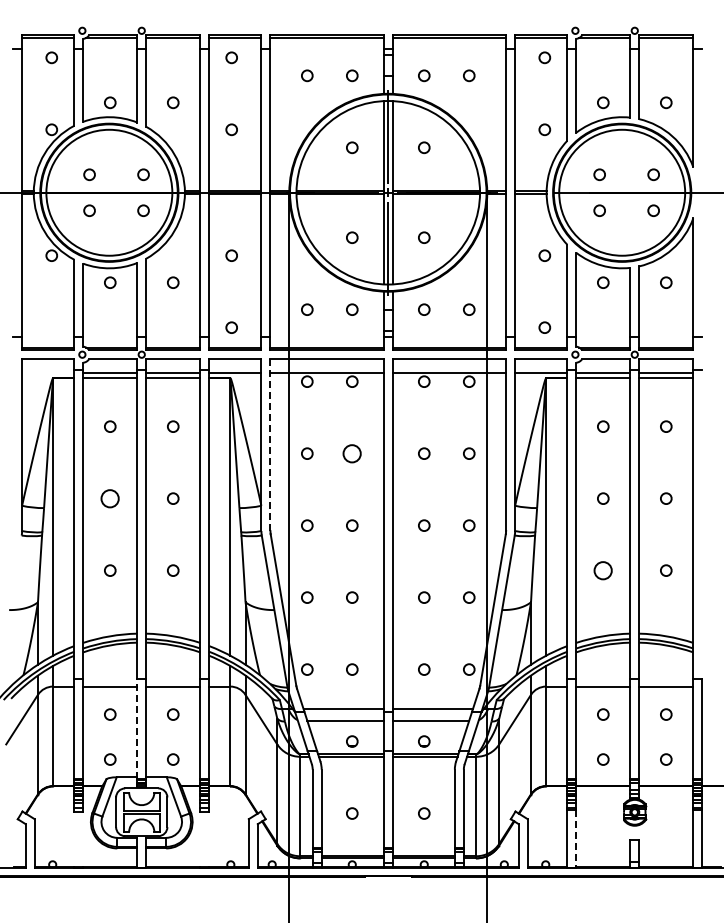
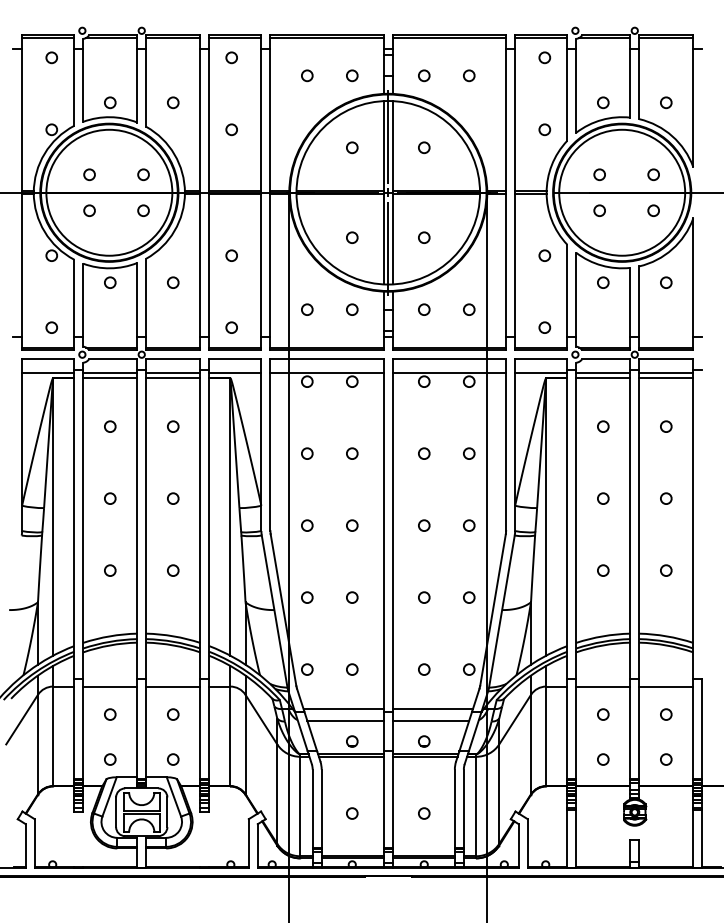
circle at (51, 327): none -> present
line at (48, 373): none -> present
line at (270, 445): dashed -> solid
circle at (351, 453) size: 20x20 px -> 13x13 px
circle at (109, 498) size: 20x20 px -> 13x13 px
circle at (602, 570) size: 20x20 px -> 13x13 px
line at (137, 728): dashed -> solid
line at (576, 838): dashed -> solid
